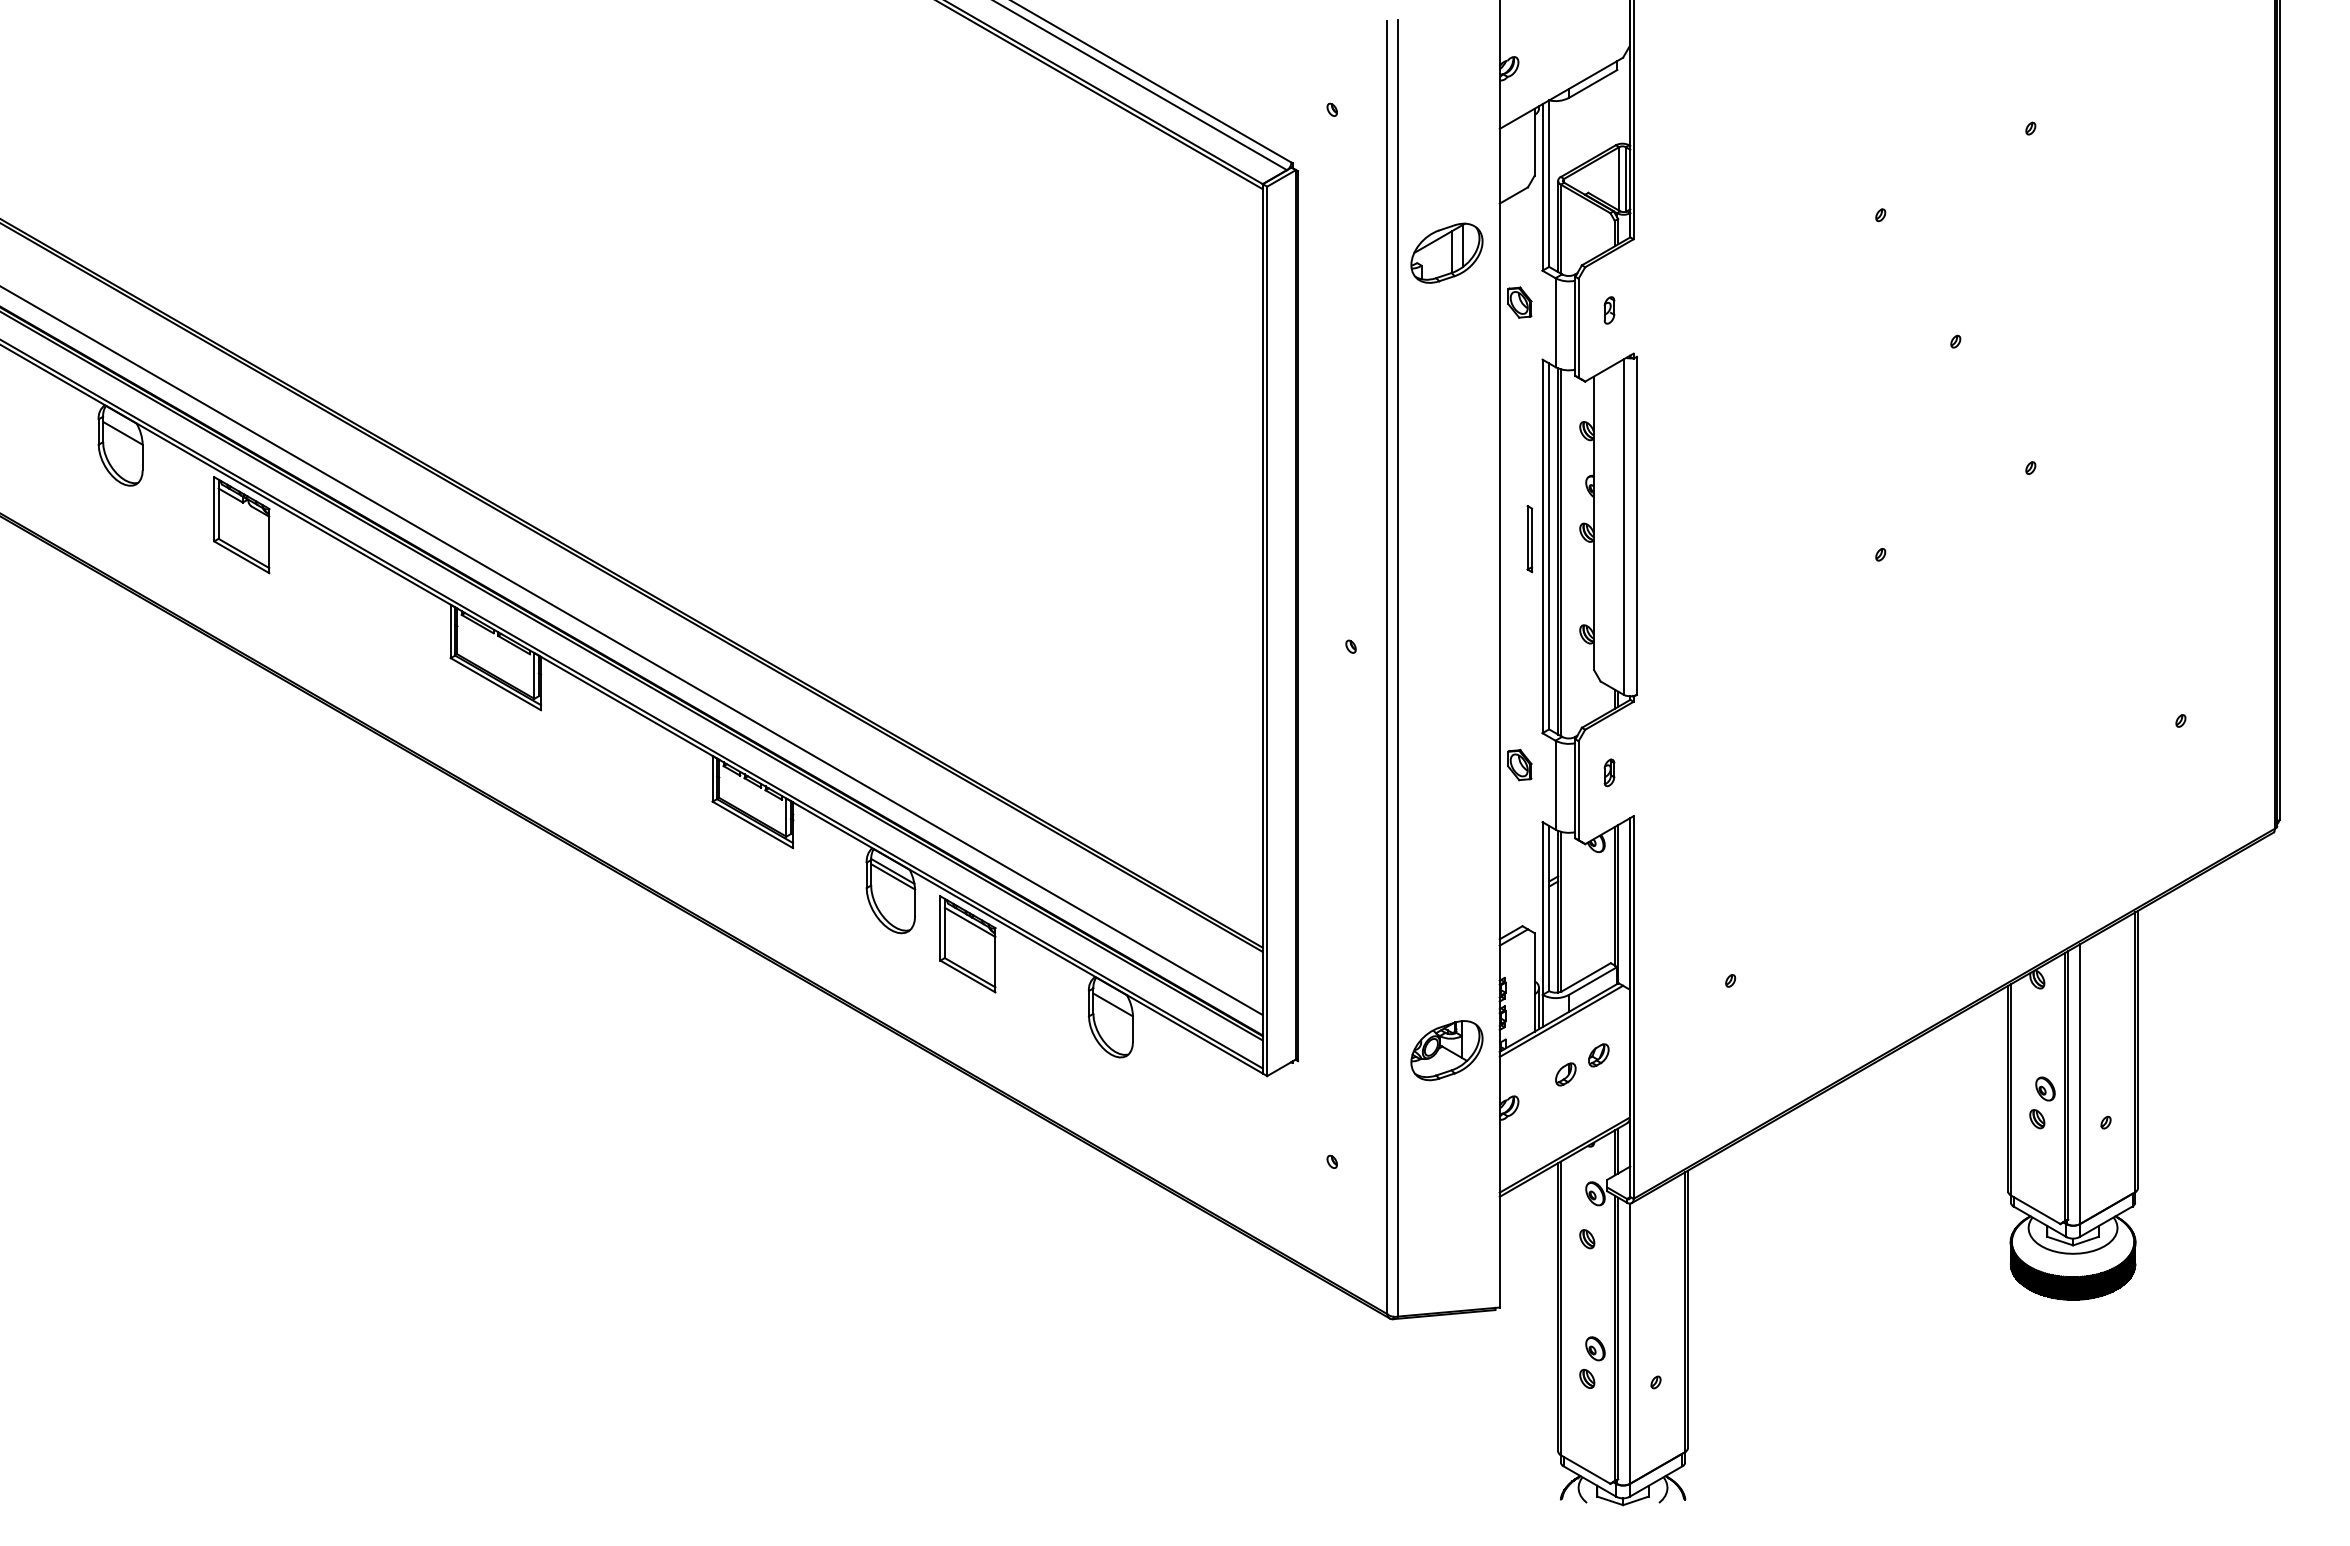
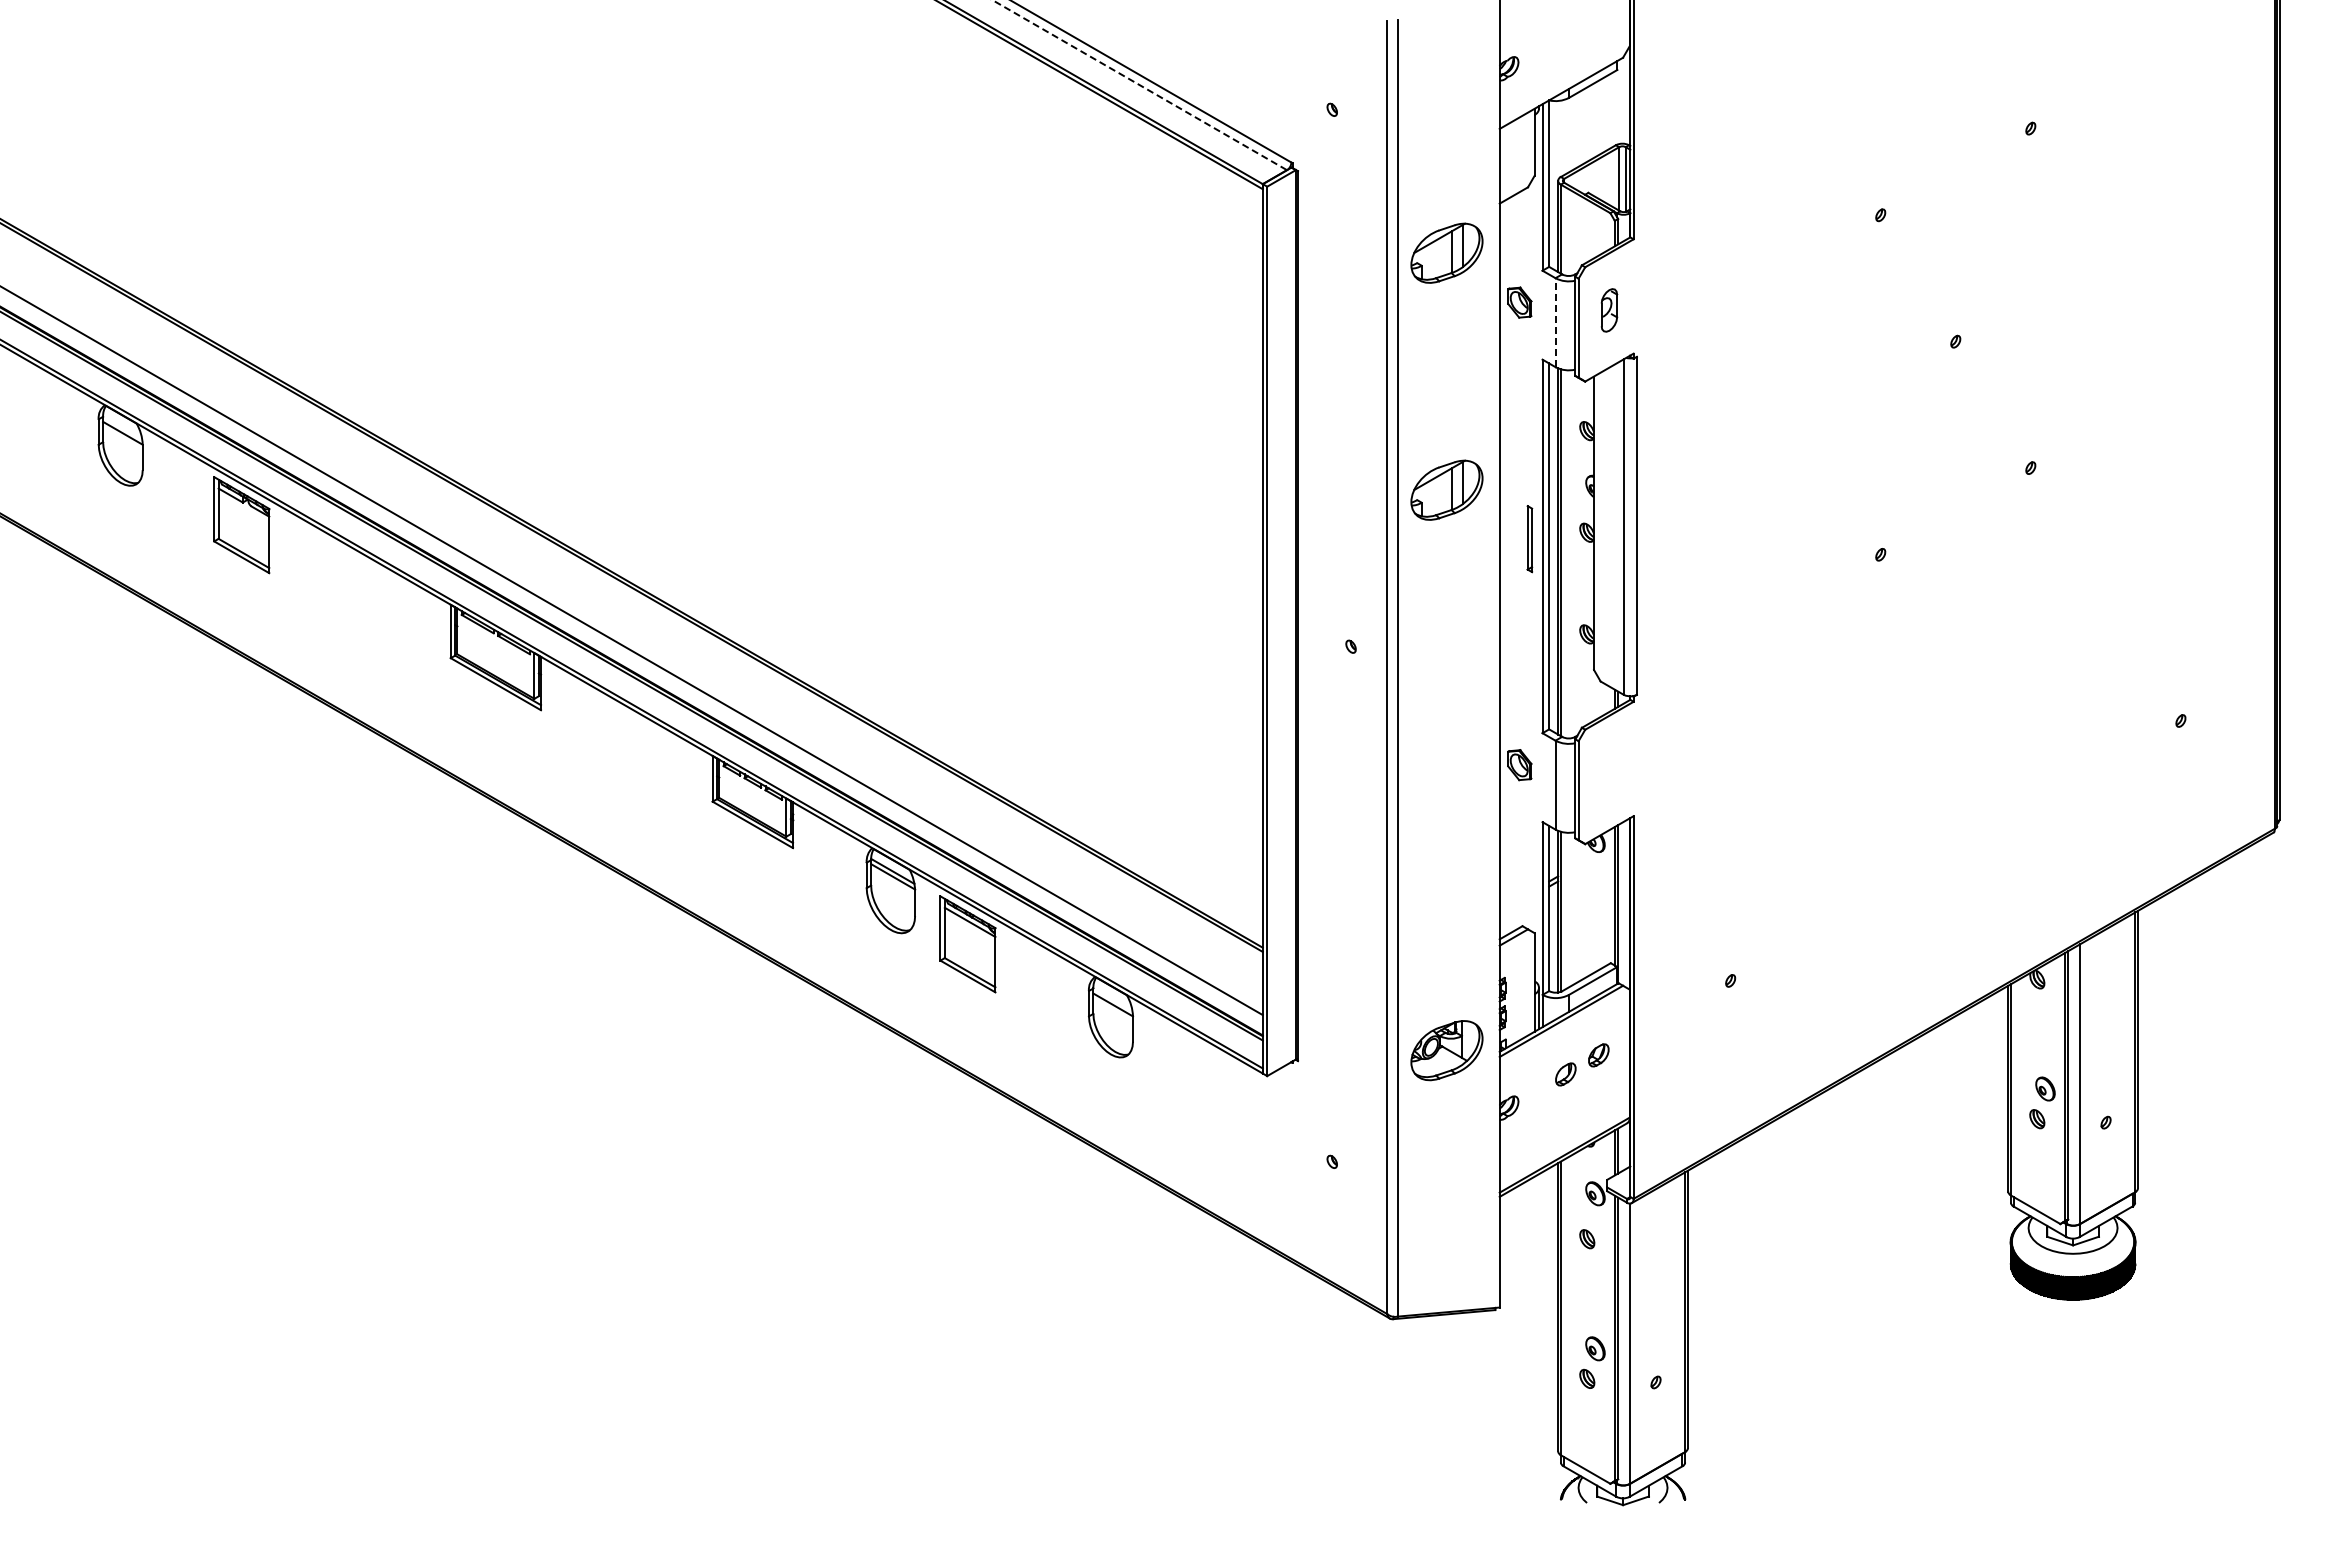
line at (1139, 85): solid -> dashed
part at (1609, 310) size: 13x29 px -> 19x45 px
line at (1555, 322): solid -> dashed
part at (1446, 489): none -> present
part at (1609, 772): present -> none
